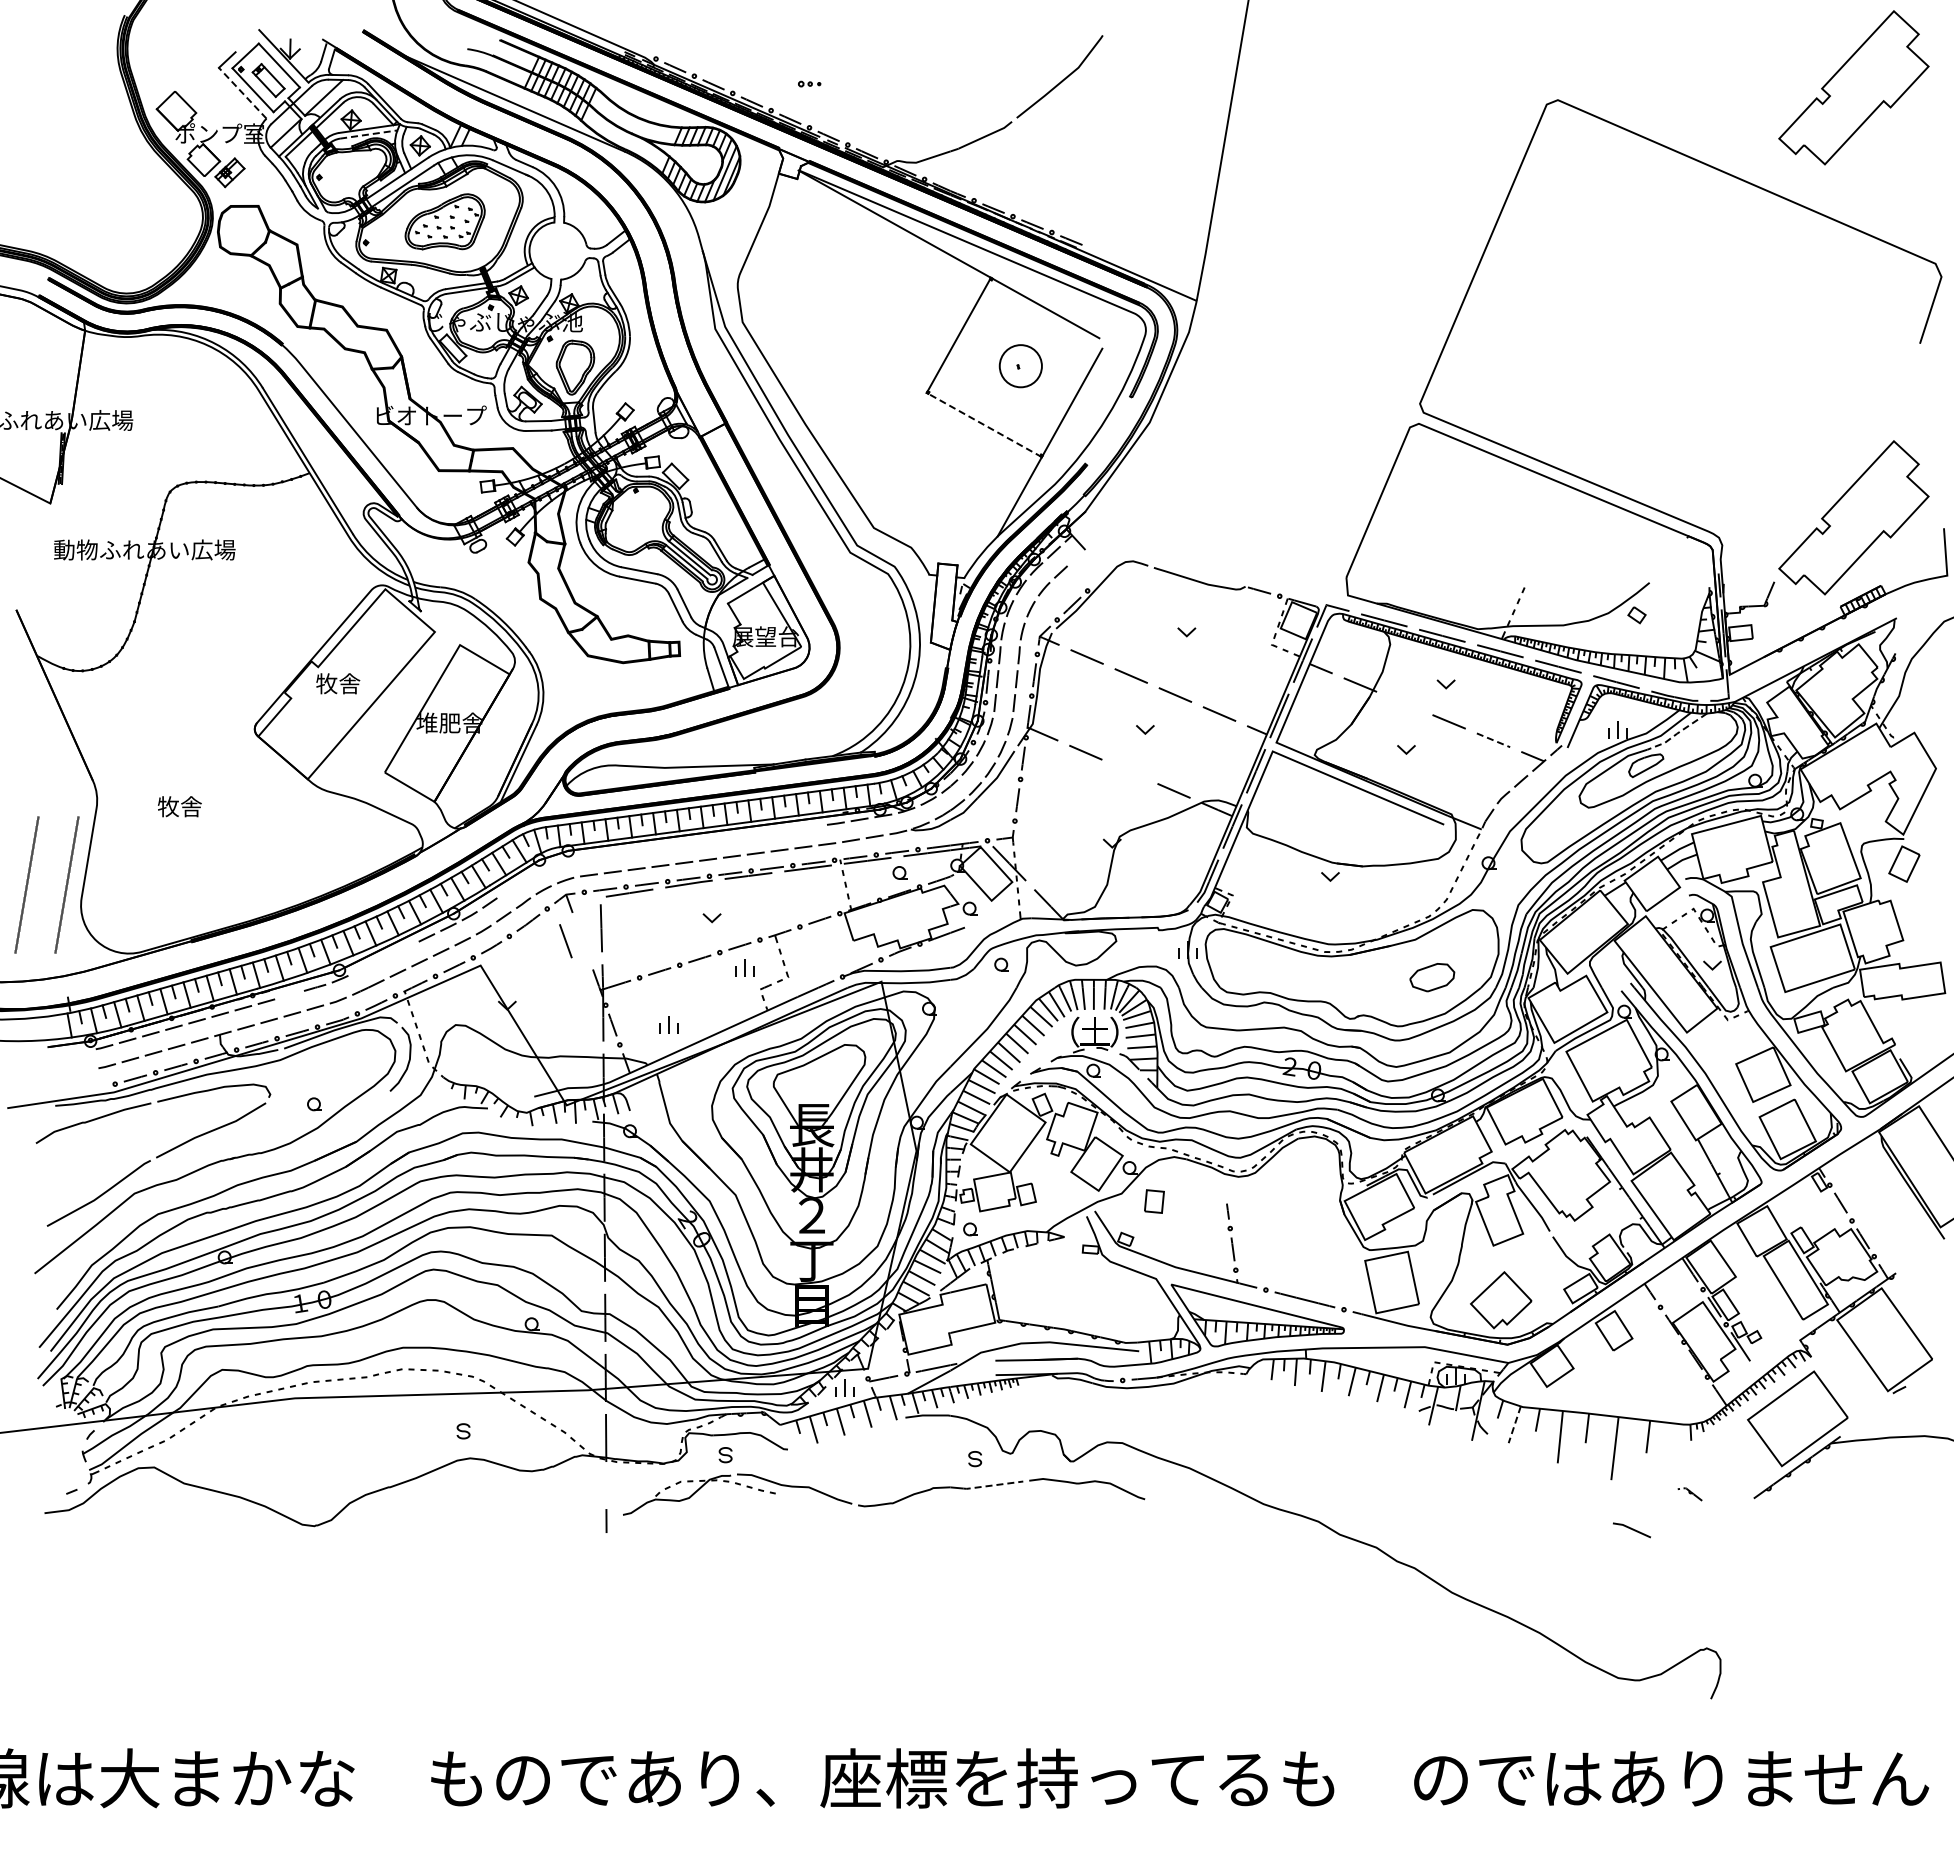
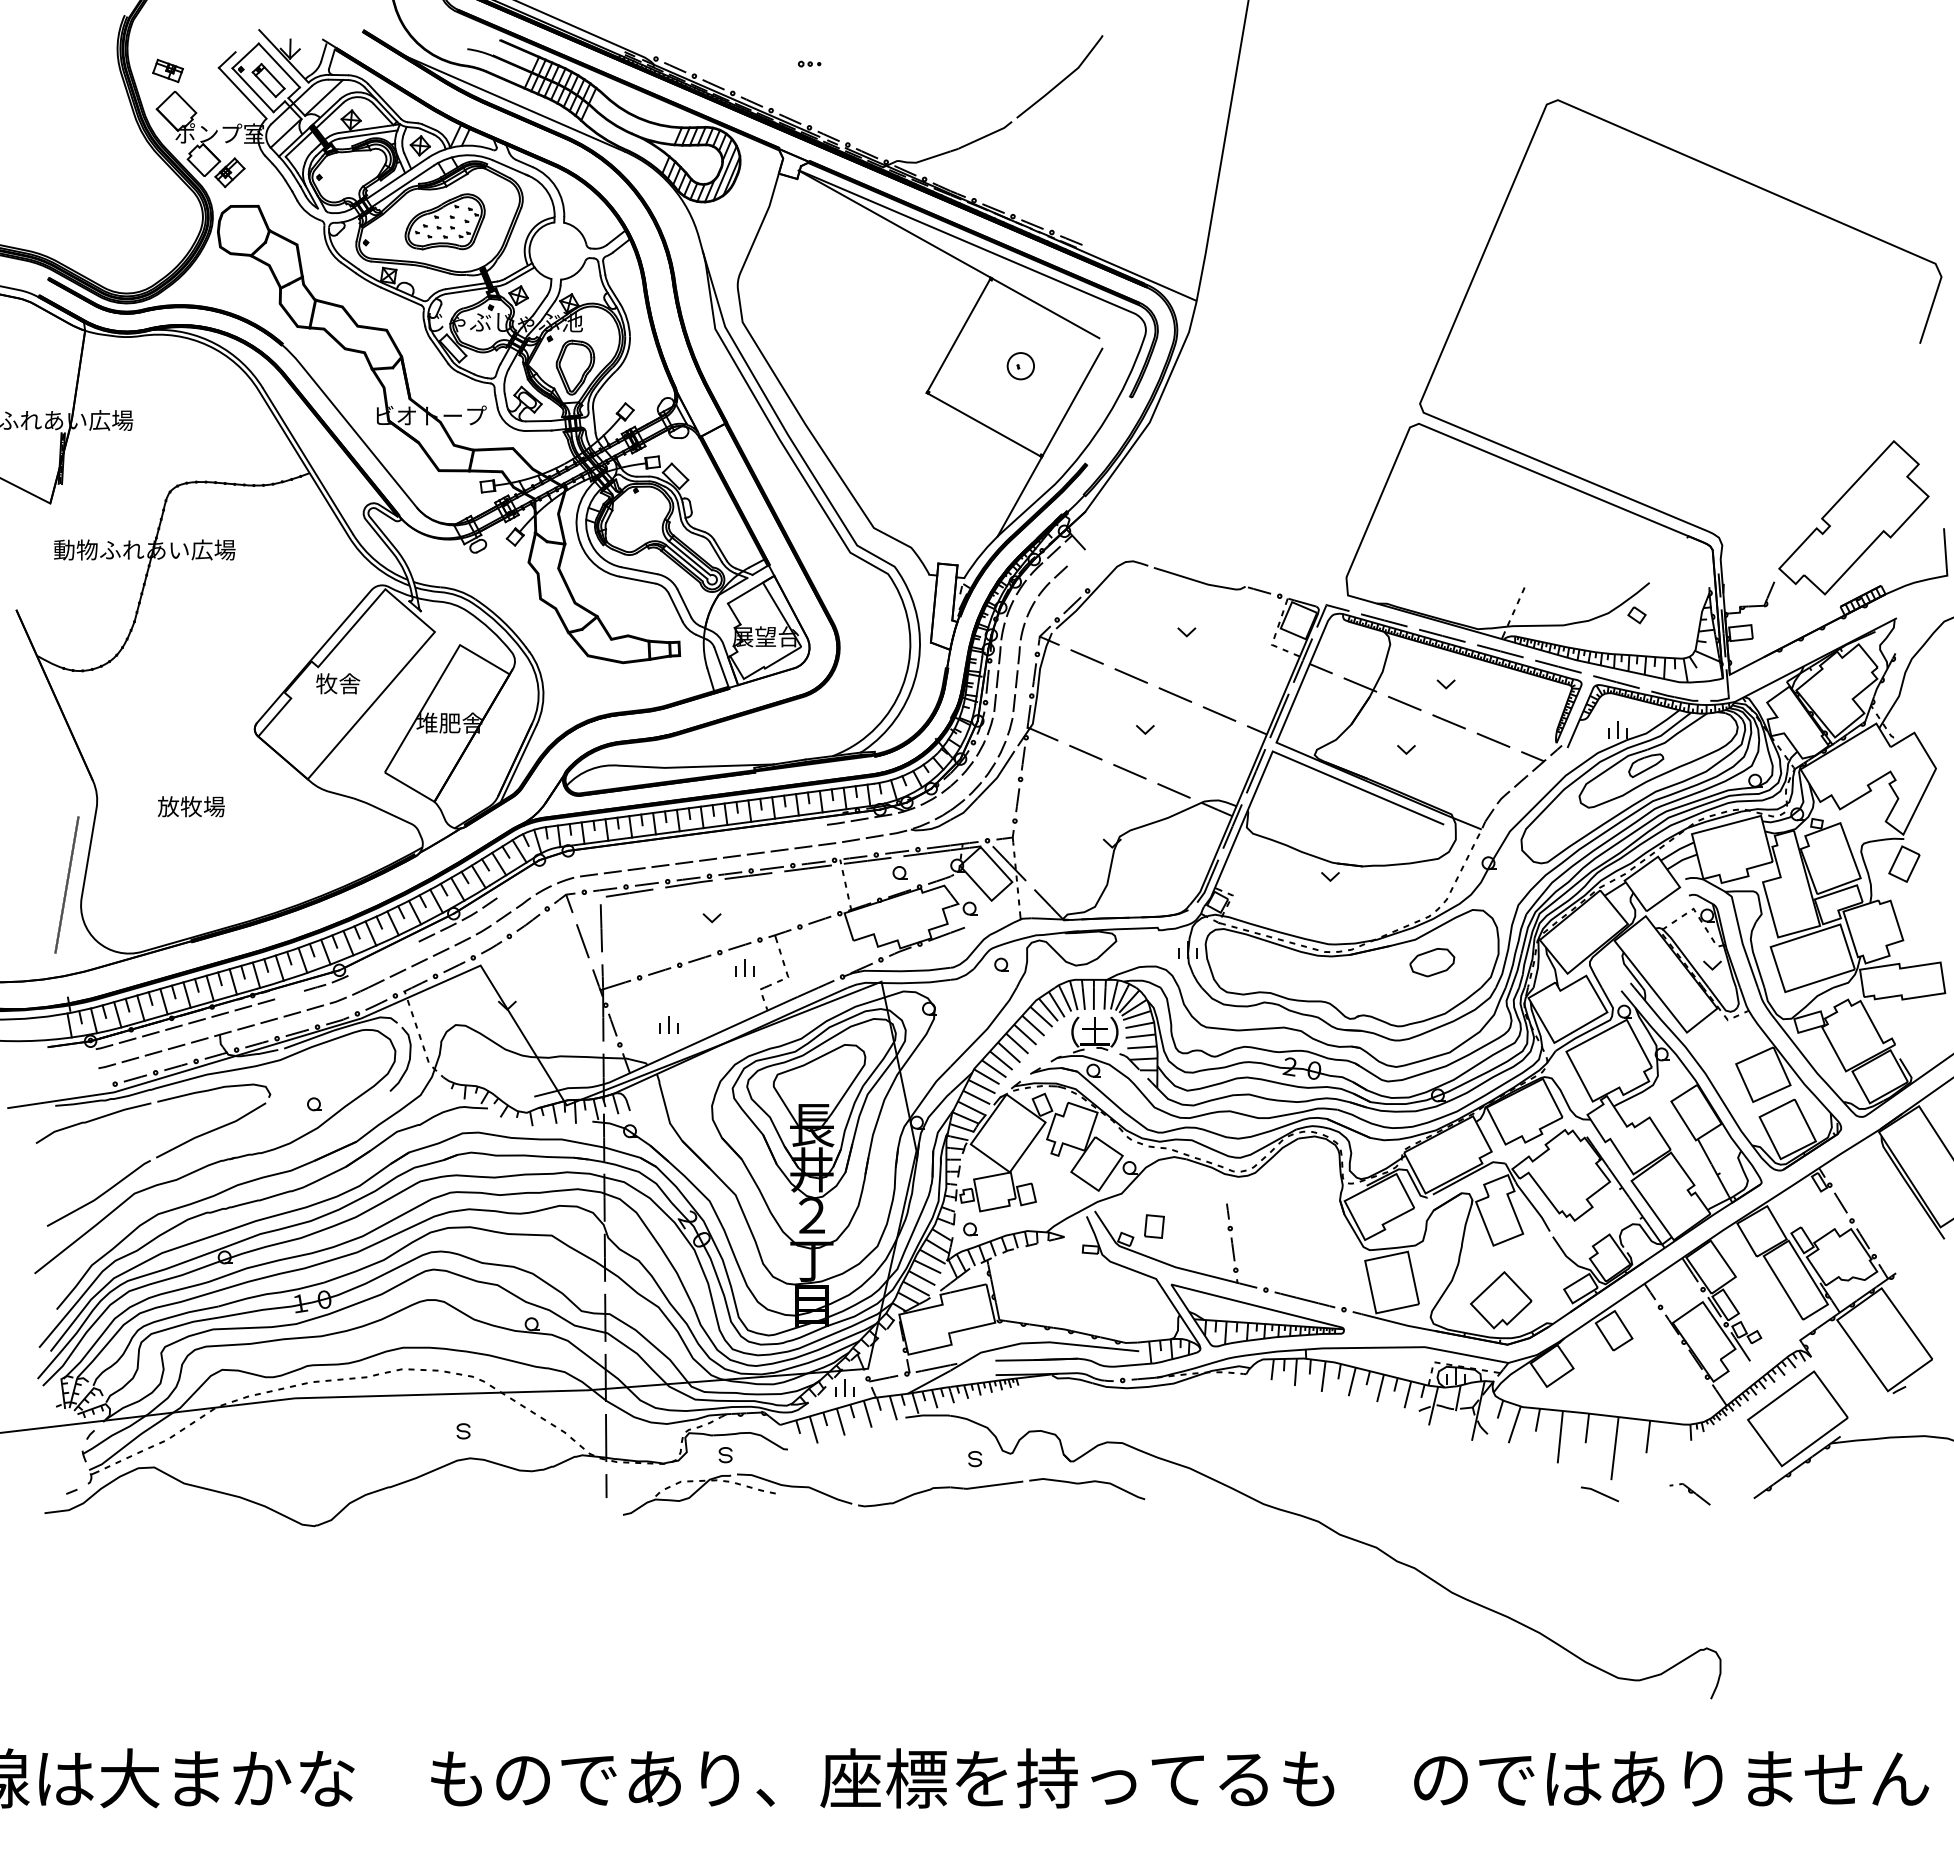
part at (167, 70): none -> present
part at (809, 83) position: (809, 83) -> (809, 63)
part at (1853, 87): present -> none
line at (242, 93): dashed -> solid
line at (368, 134): dashed -> solid
circle at (1020, 366) diameter: 42 px -> 26 px
line at (984, 425): dashed -> solid
line at (1404, 702): none -> present
line at (1677, 733): dashed -> solid
line at (1493, 740): dashed -> solid
line at (1129, 771): none -> present
text at (190, 806): 牧舎 -> 放牧場
line at (26, 884): present -> none
line at (565, 941) position: (565, 941) -> (582, 941)
part at (1432, 977) position: (1432, 977) -> (1432, 962)
part at (1154, 1201) position: (1154, 1201) -> (1154, 1226)
line at (1514, 1425): dashed -> solid
line at (992, 1485): dashed -> solid
part at (1689, 1494) size: 26x15 px -> 42x23 px
line at (606, 1520) position: (606, 1520) -> (606, 1485)
line at (1631, 1529) position: (1631, 1529) -> (1599, 1493)
